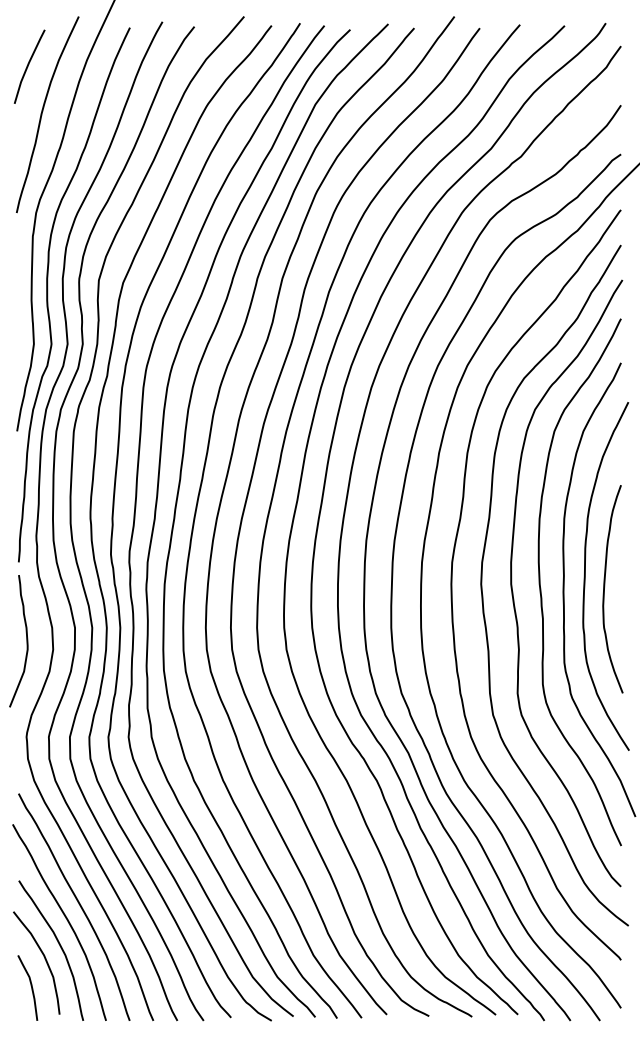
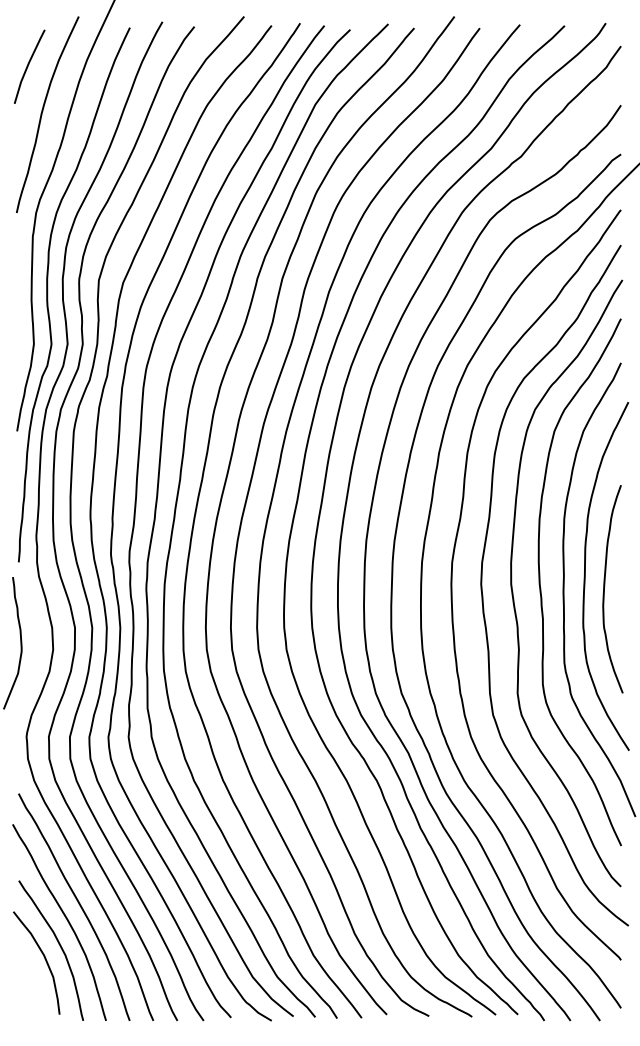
curve at (26, 641) position: (26, 641) -> (20, 643)
curve at (30, 986): present -> none
